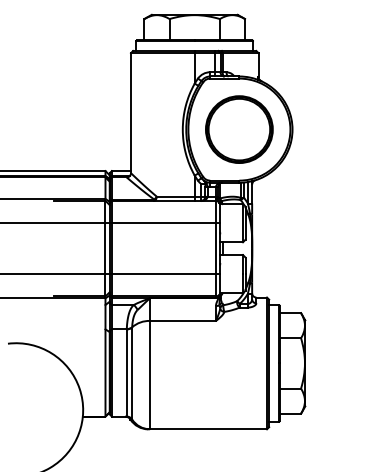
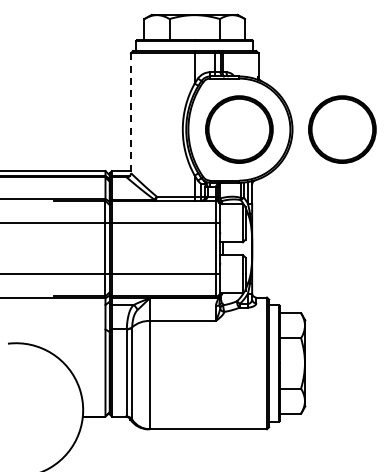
line at (131, 113): solid -> dashed
part at (342, 129): none -> present
